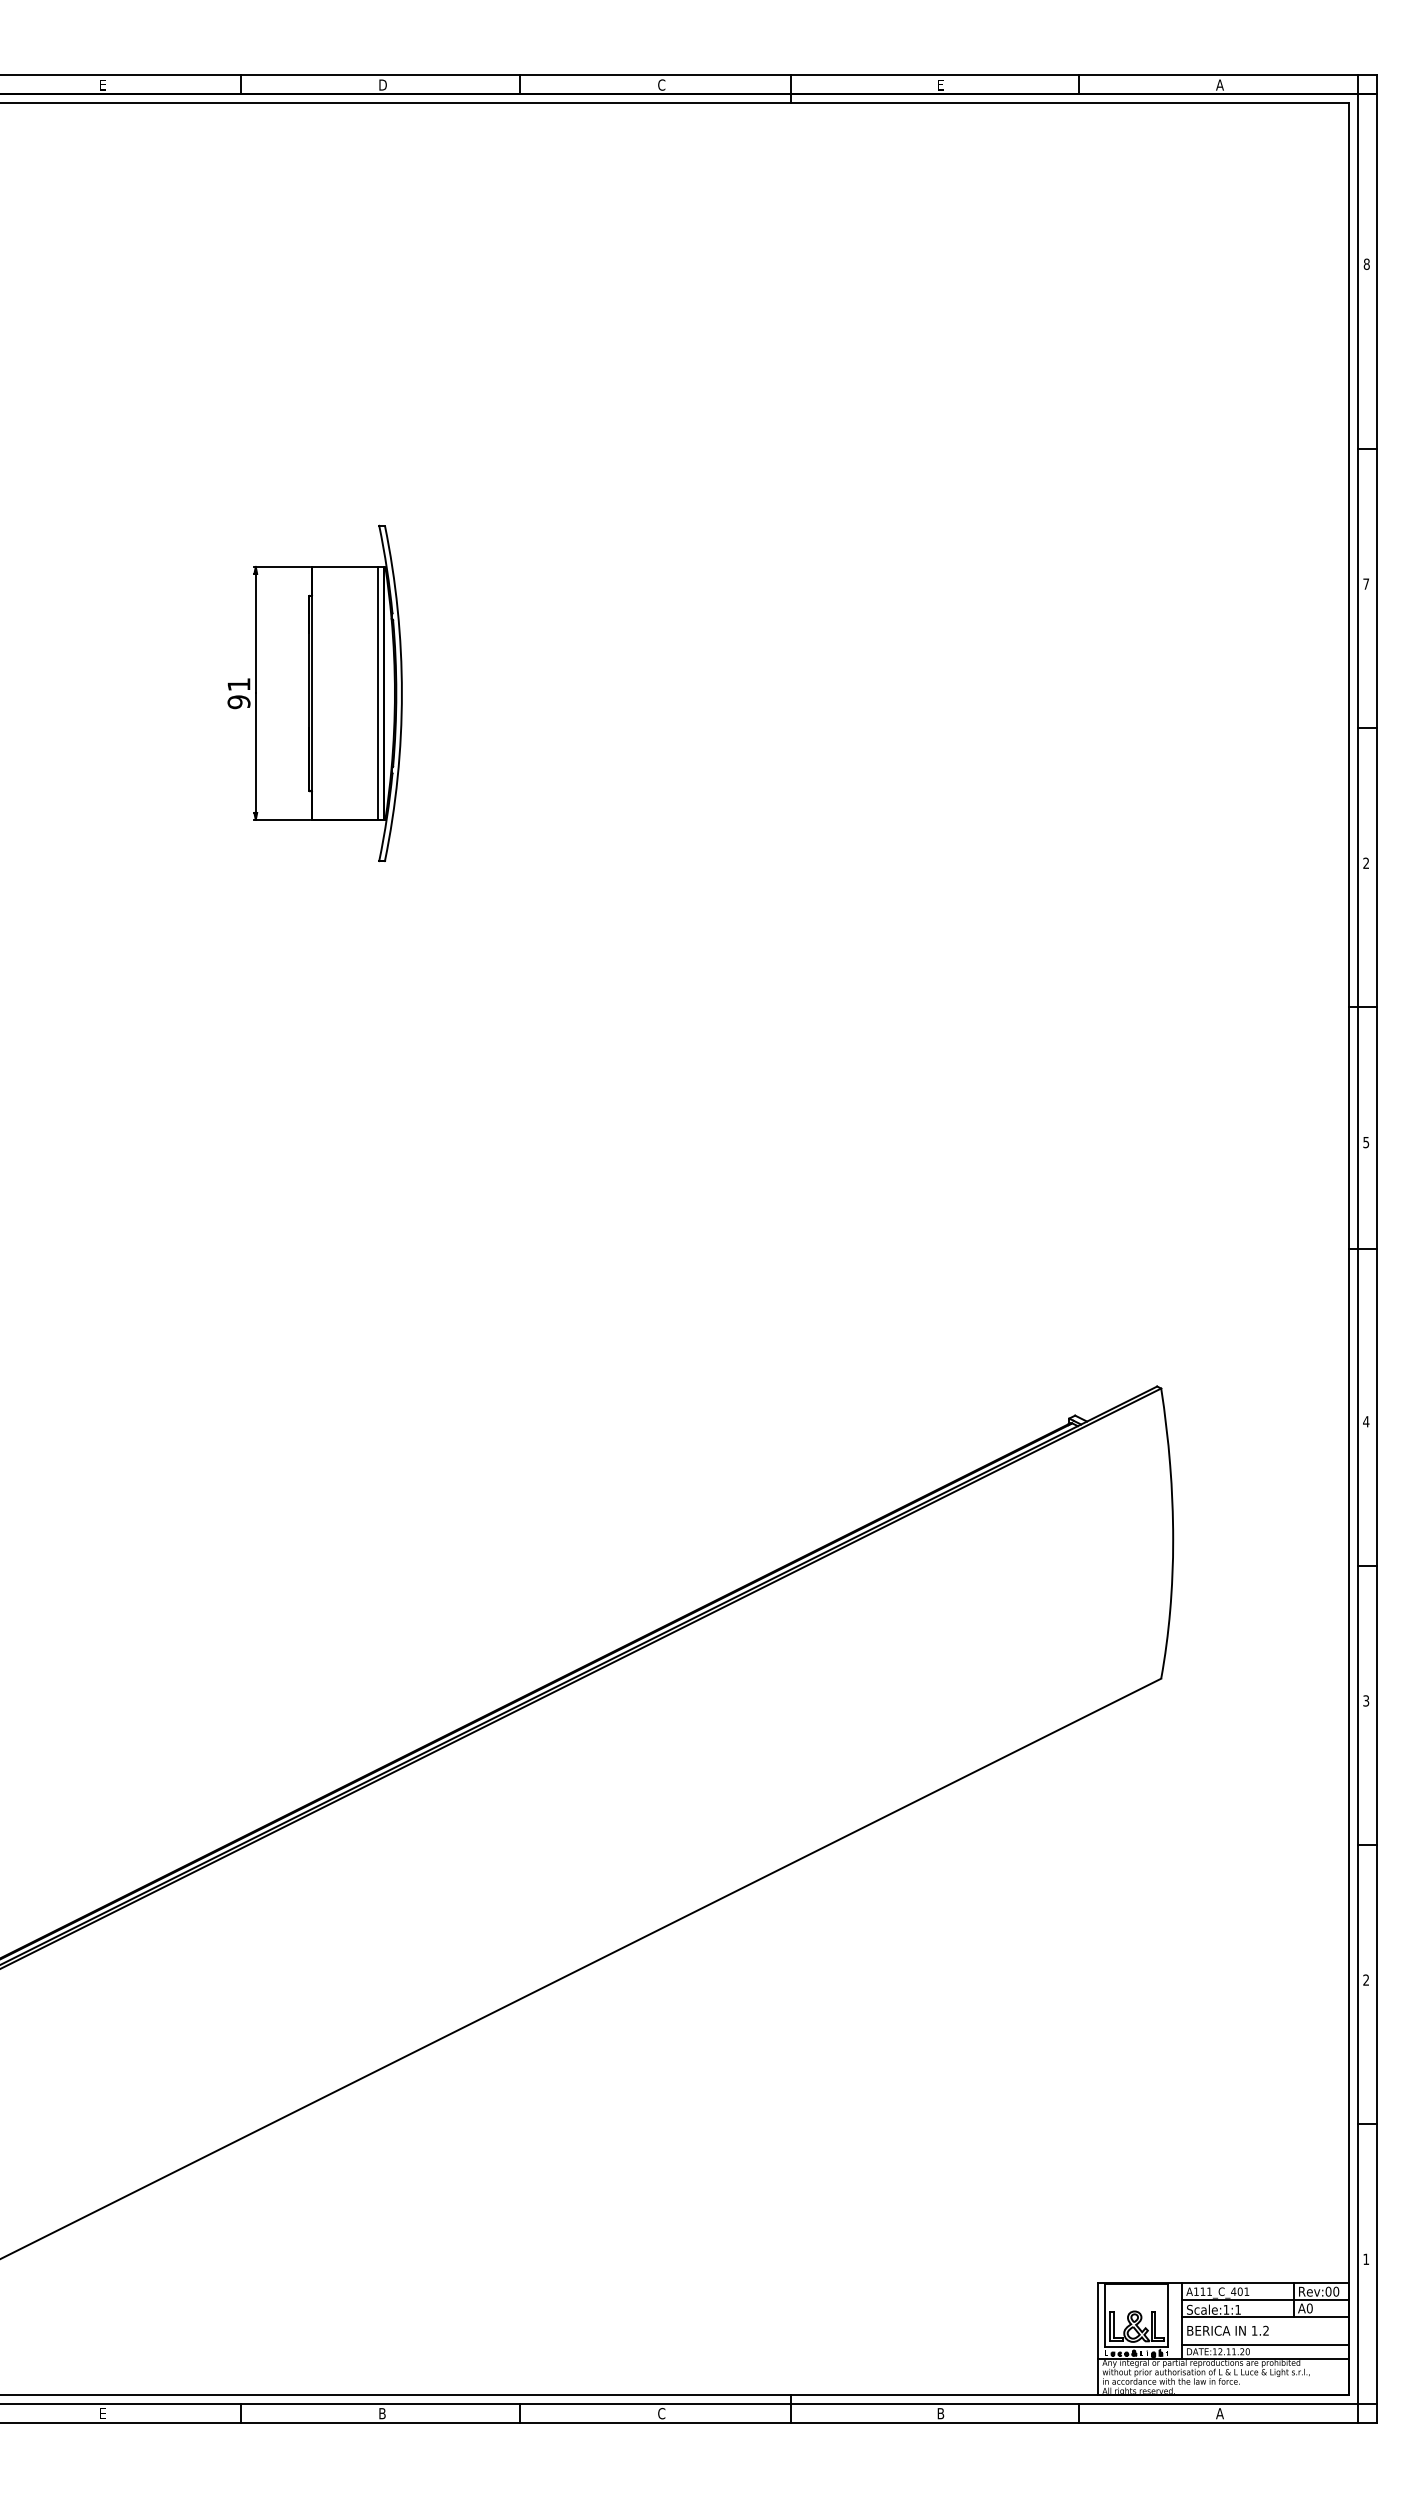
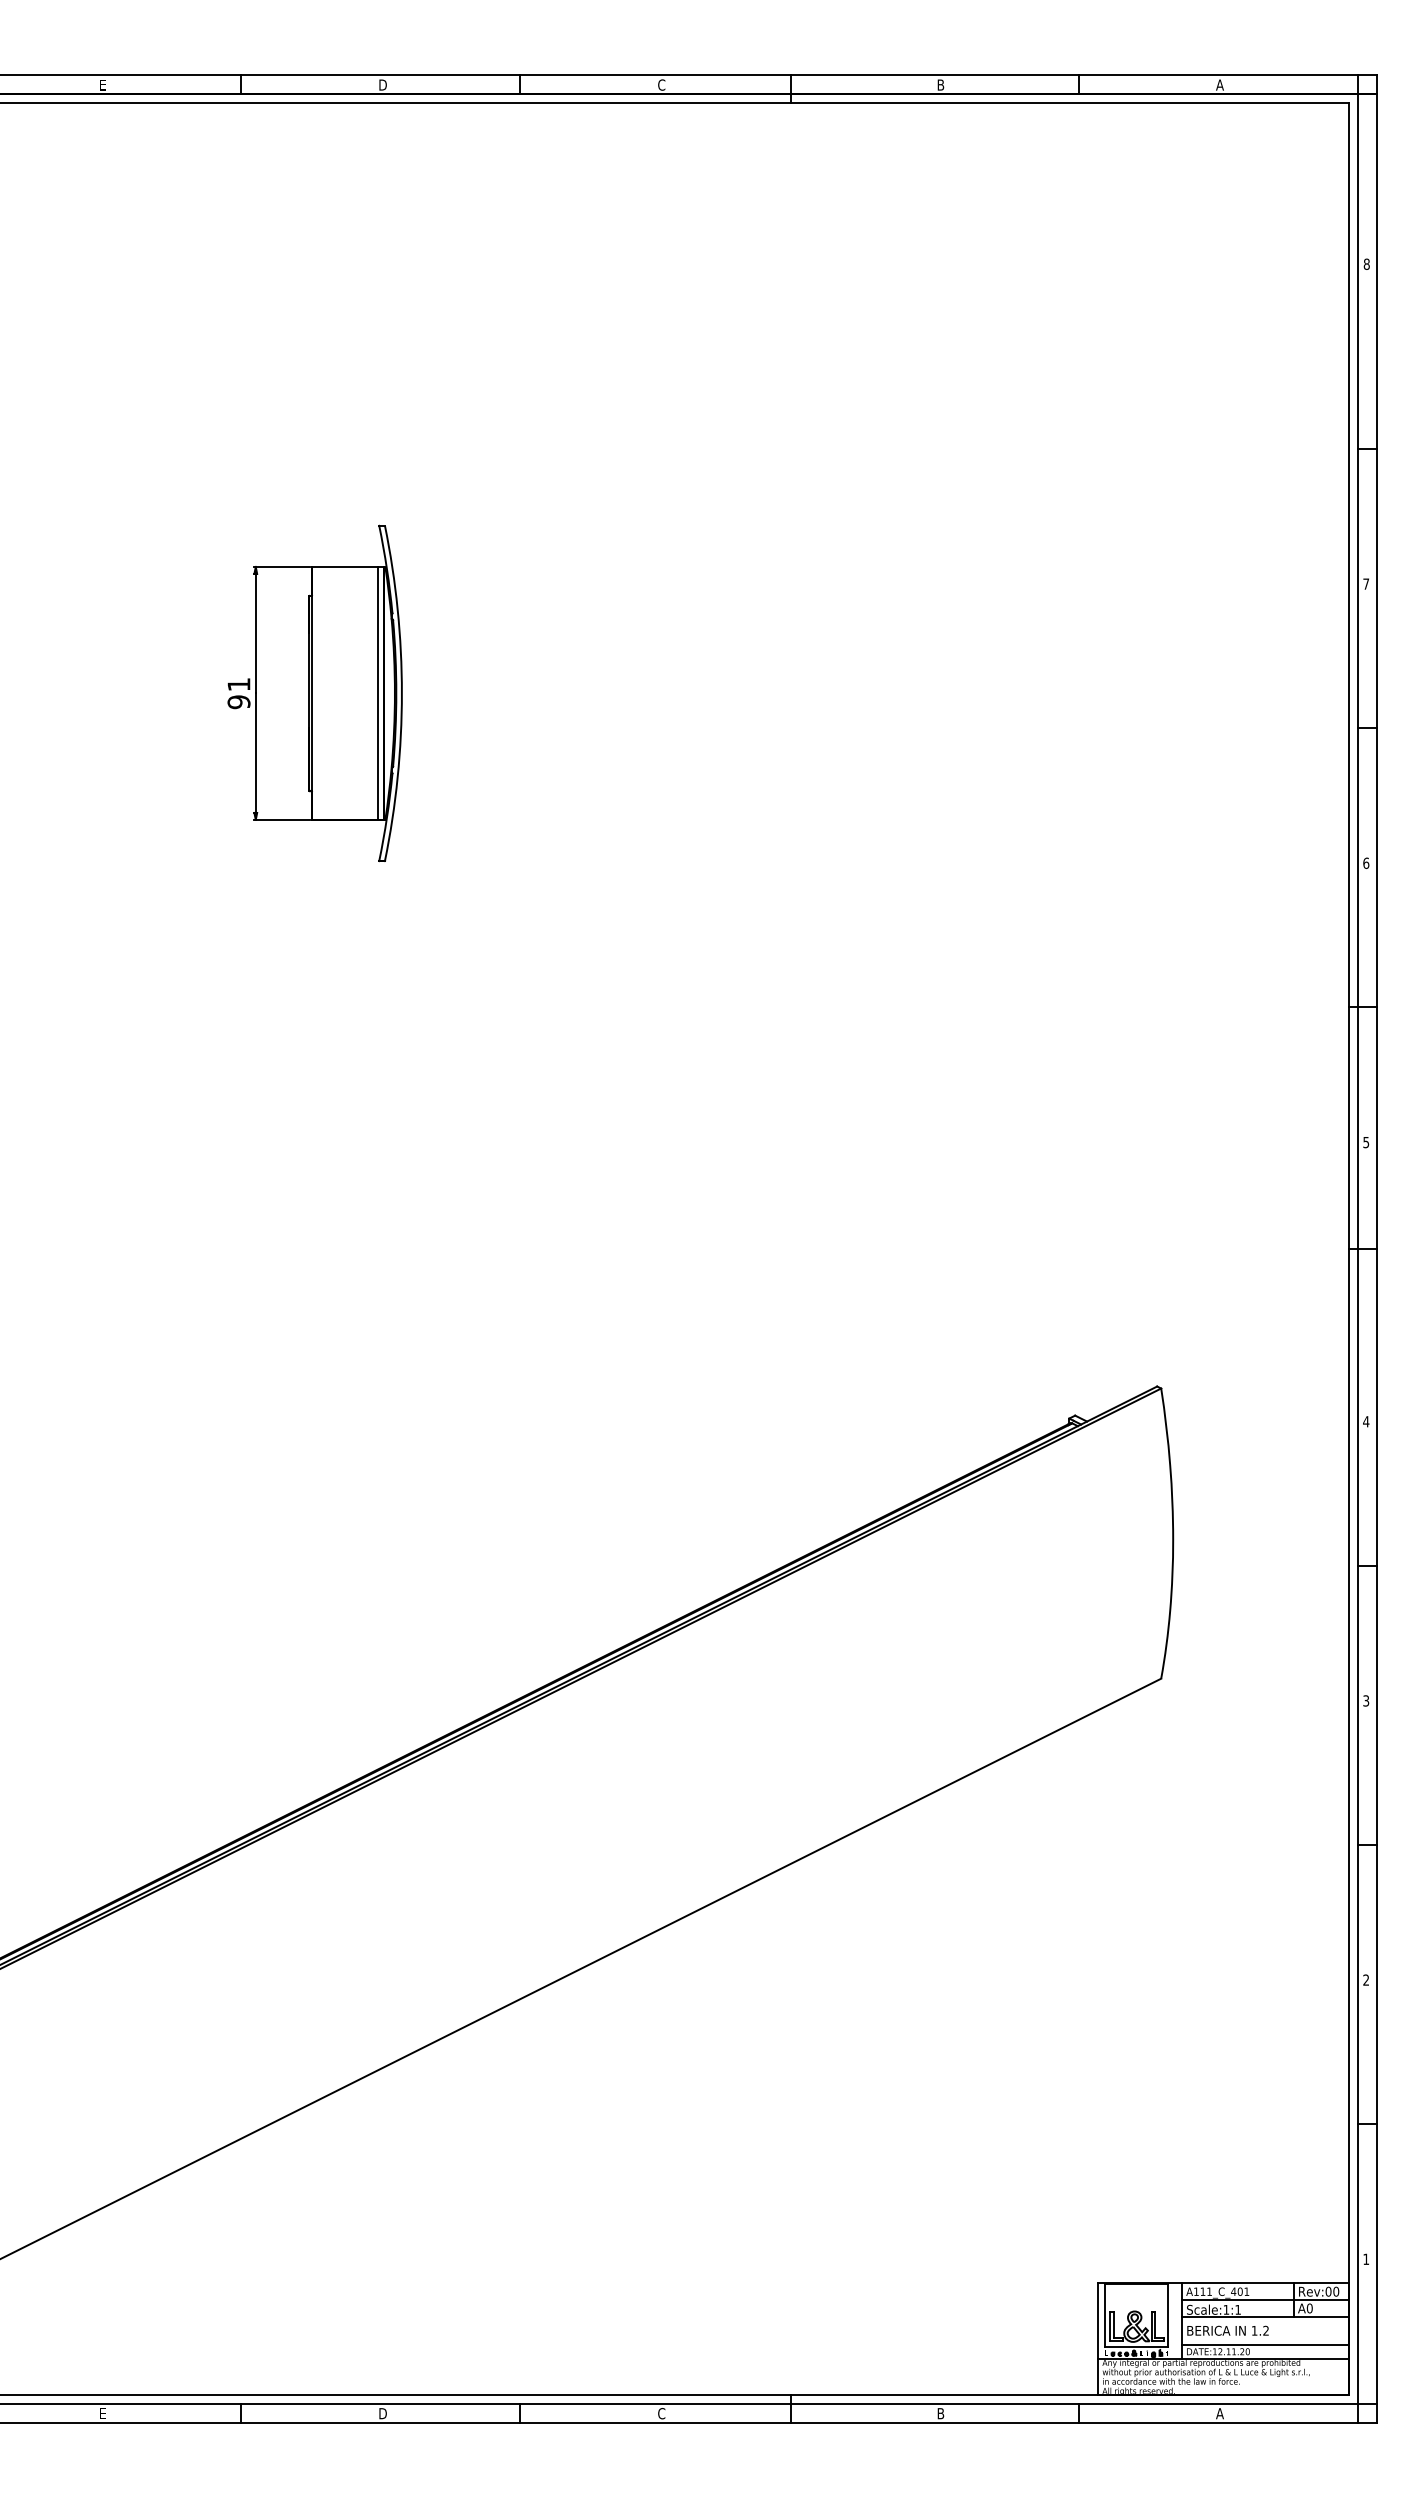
text at (940, 84): E -> B
text at (1366, 863): 2 -> 6
text at (383, 2413): B -> D
